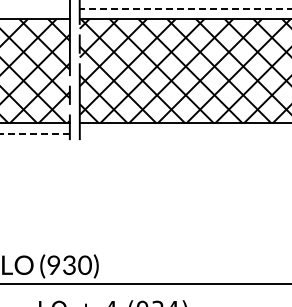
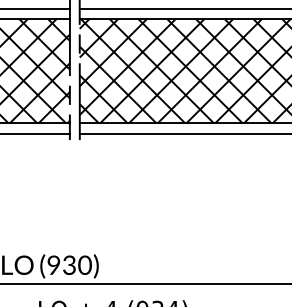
line at (35, 8): none -> present
line at (185, 8): dashed -> solid
line at (34, 133): dashed -> solid
line at (183, 133): none -> present
